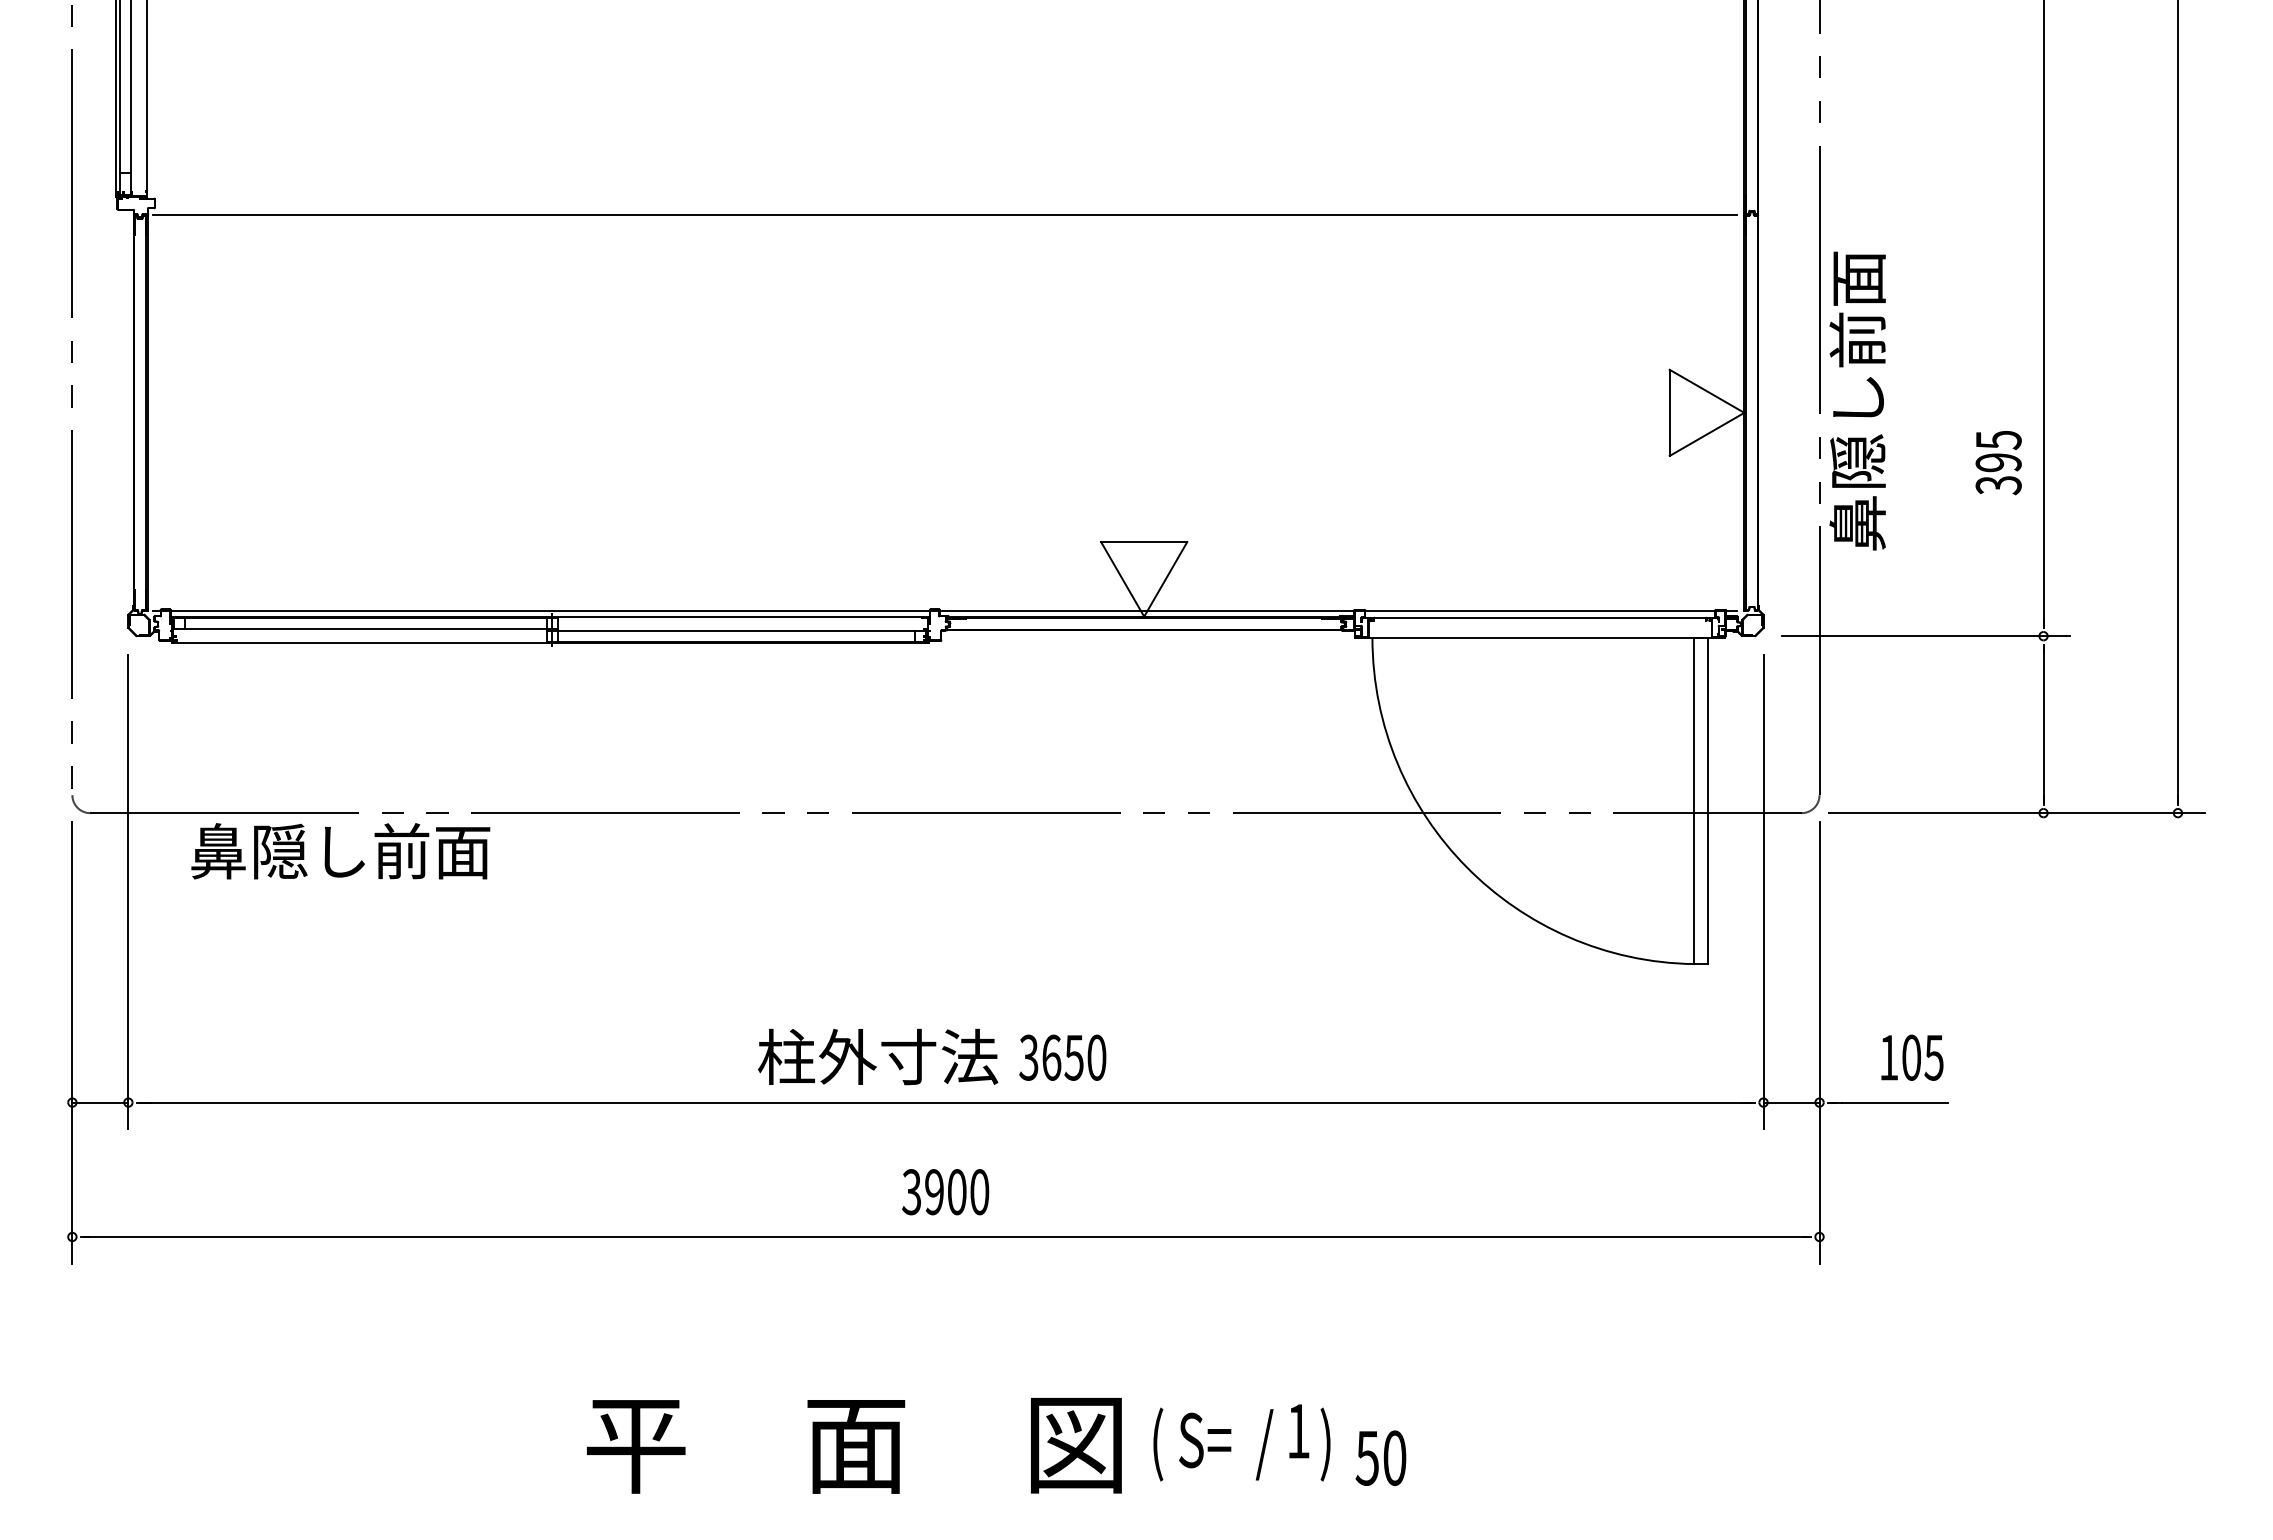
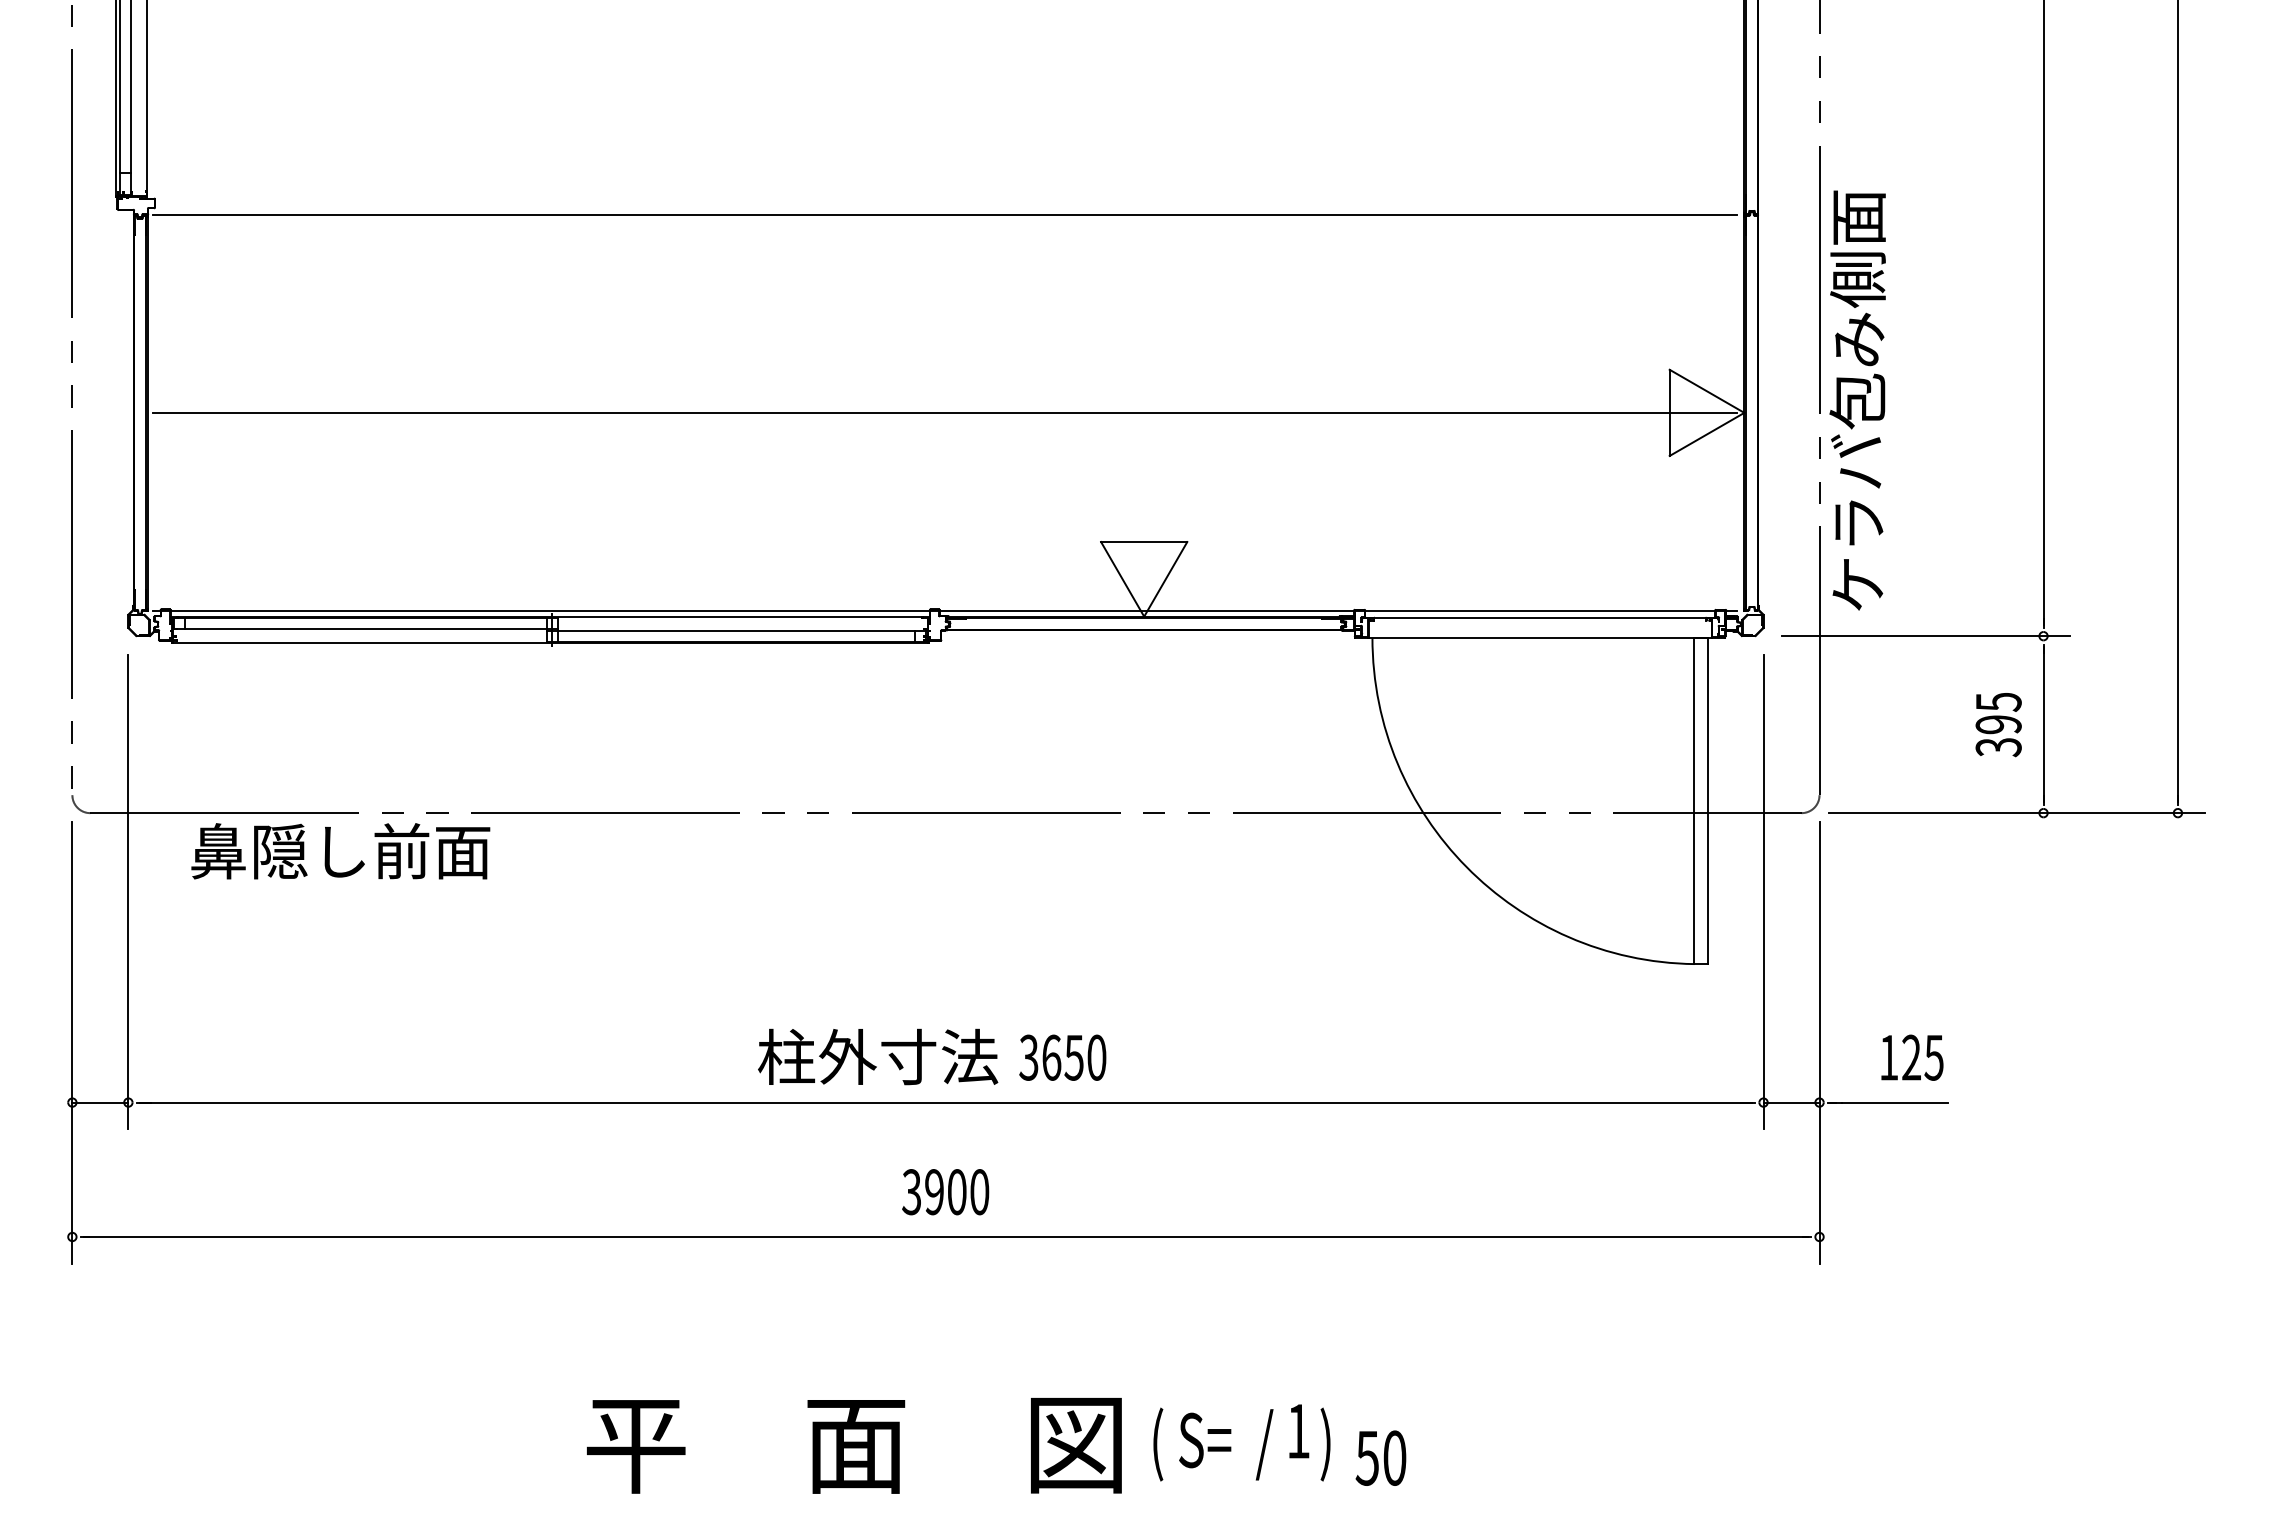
text at (1857, 400): 鼻隠し前面 -> ケラバ包み側面
line at (944, 412): none -> present
text at (1998, 463) position: (1998, 463) -> (1998, 725)
text at (1911, 1057): 105 -> 125
